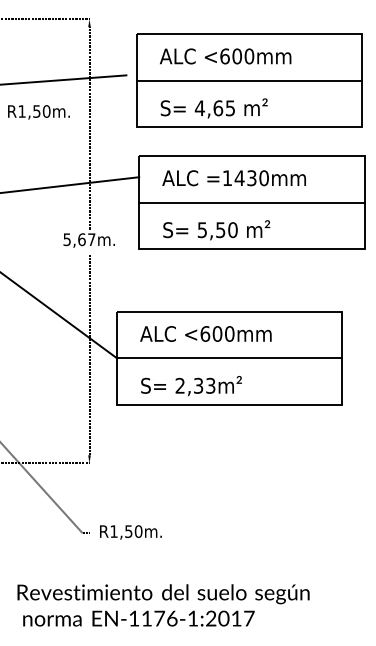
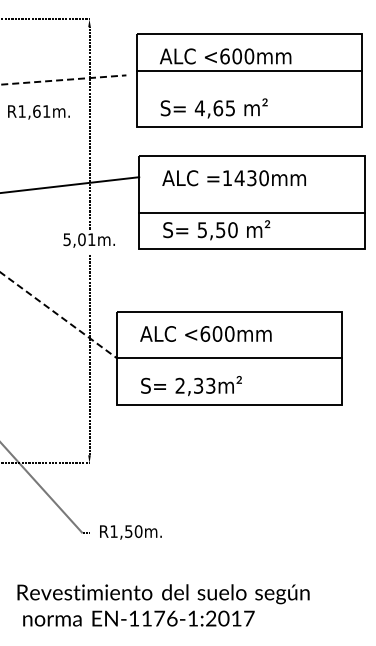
line at (63, 80): solid -> dashed
line at (249, 80) position: (249, 80) -> (249, 70)
text at (41, 111): R1,50m. -> R1,61m.
line at (251, 202) position: (251, 202) -> (251, 212)
text at (86, 239): 5,67m. -> 5,01m.
line at (58, 315): solid -> dashed
